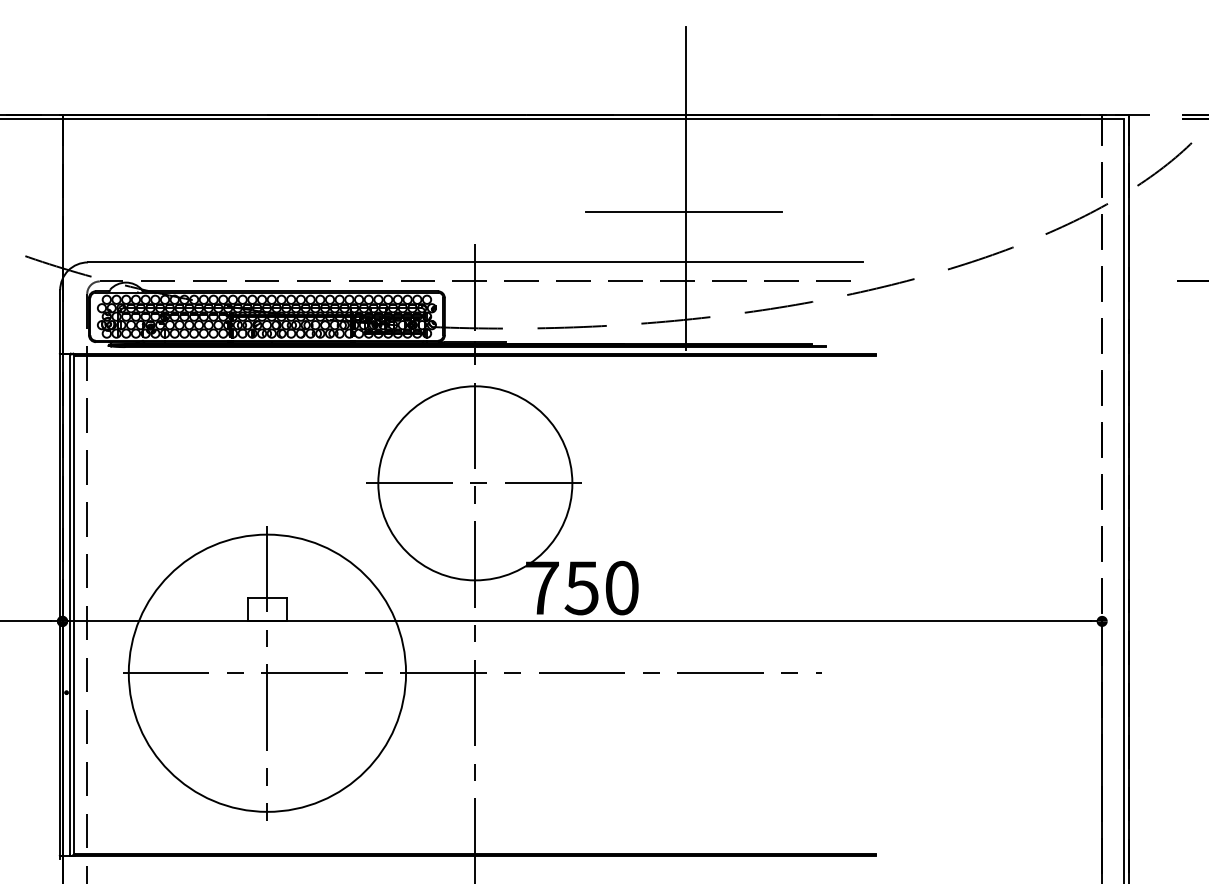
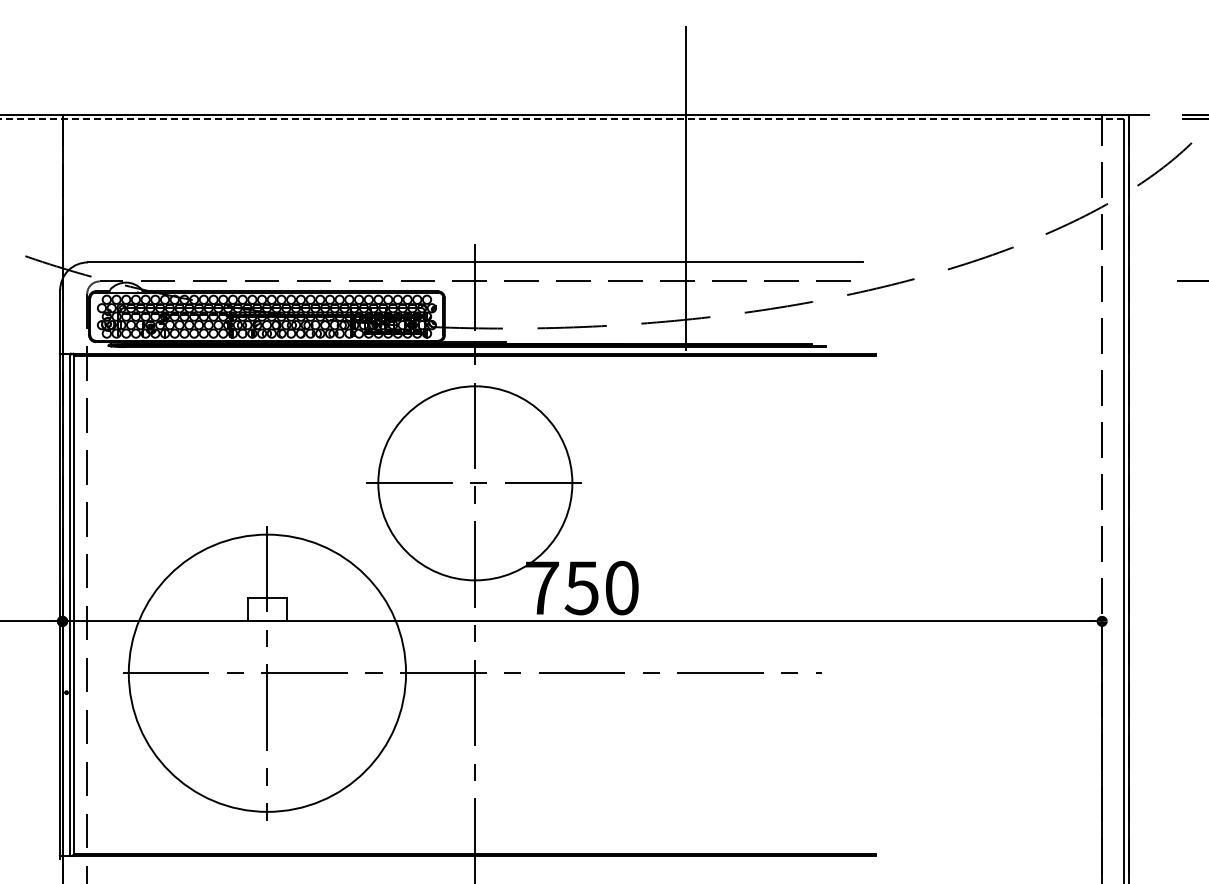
line at (562, 119): solid -> dashed
line at (683, 212): present -> none
